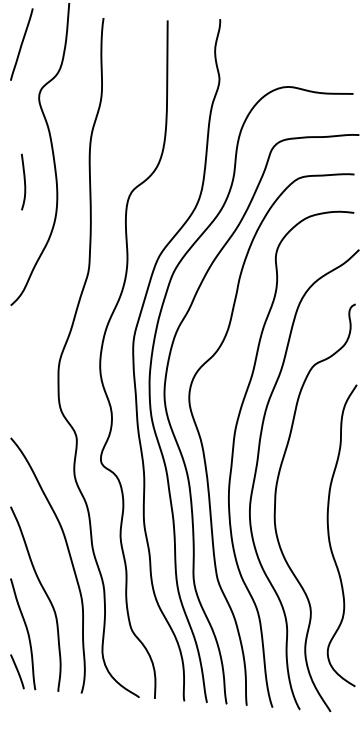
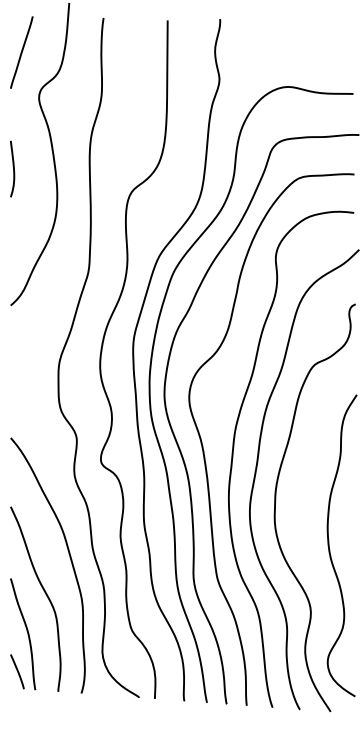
line at (21, 44) position: (21, 44) -> (21, 52)
curve at (24, 181) position: (24, 181) -> (13, 168)
curve at (330, 539) position: (330, 539) -> (330, 549)
